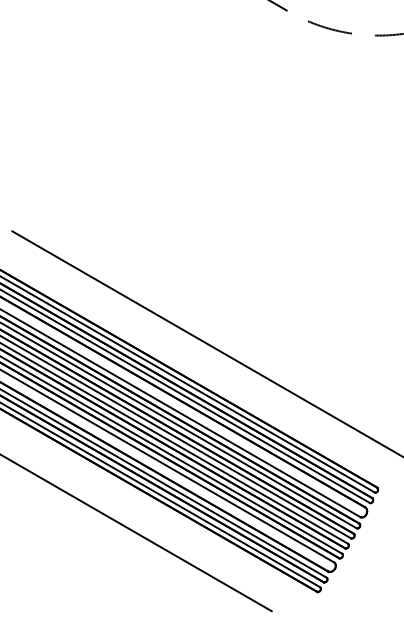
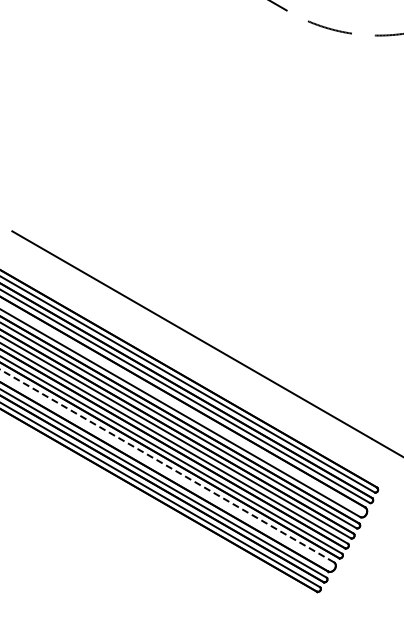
line at (167, 466): solid -> dashed
line at (136, 533): present -> none
